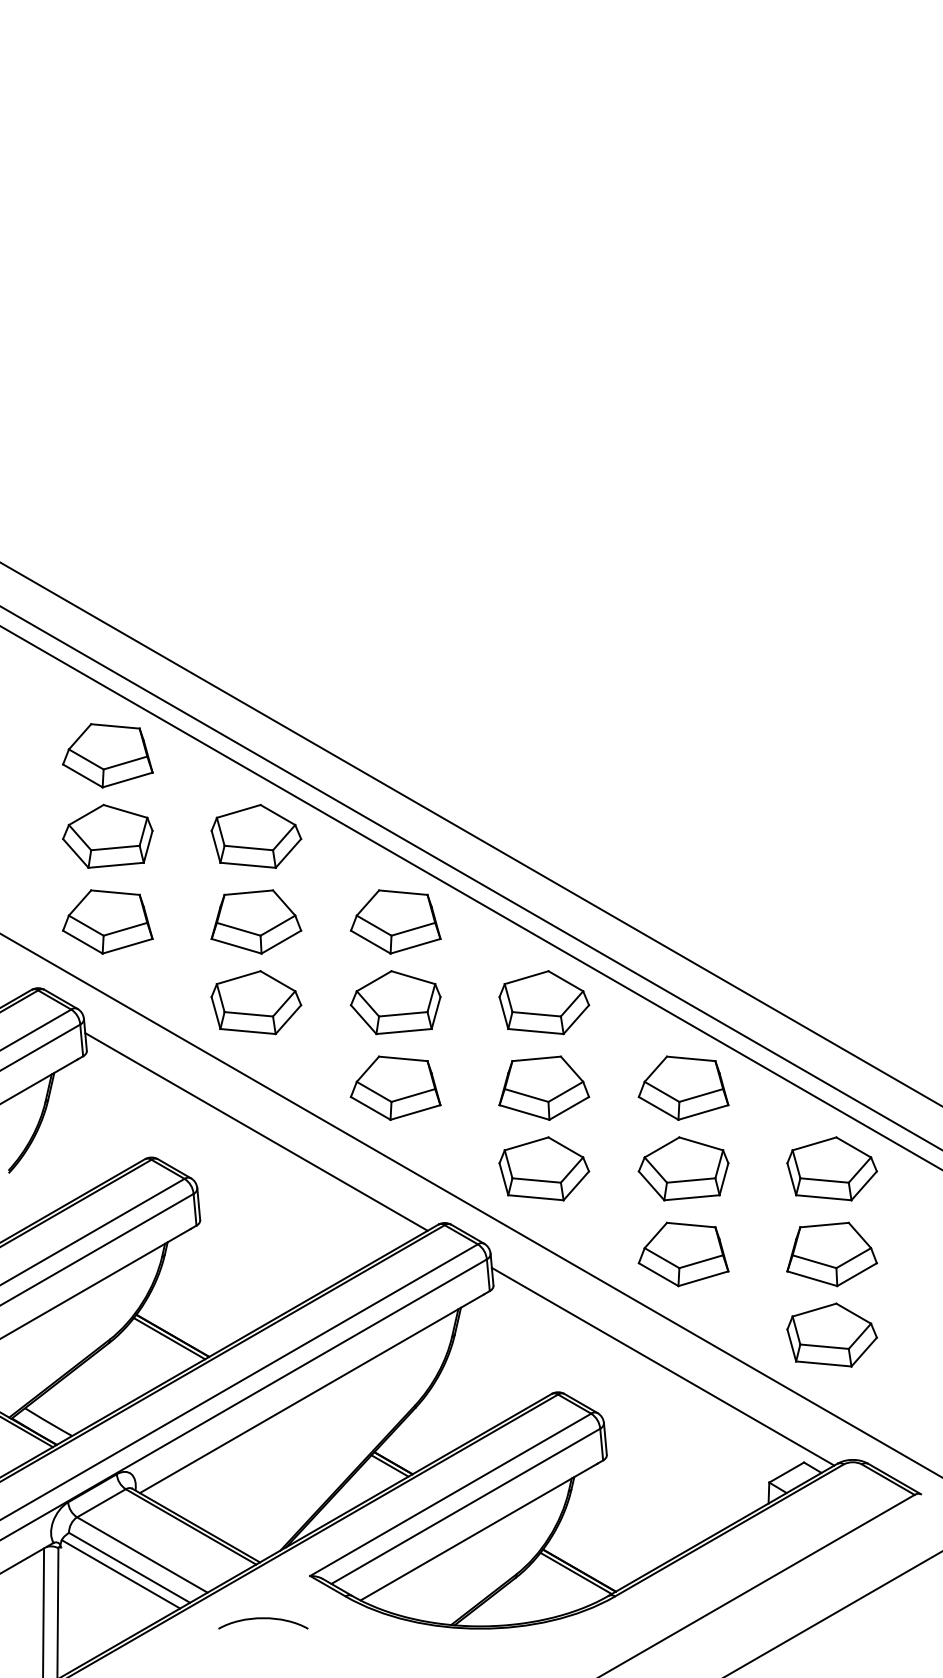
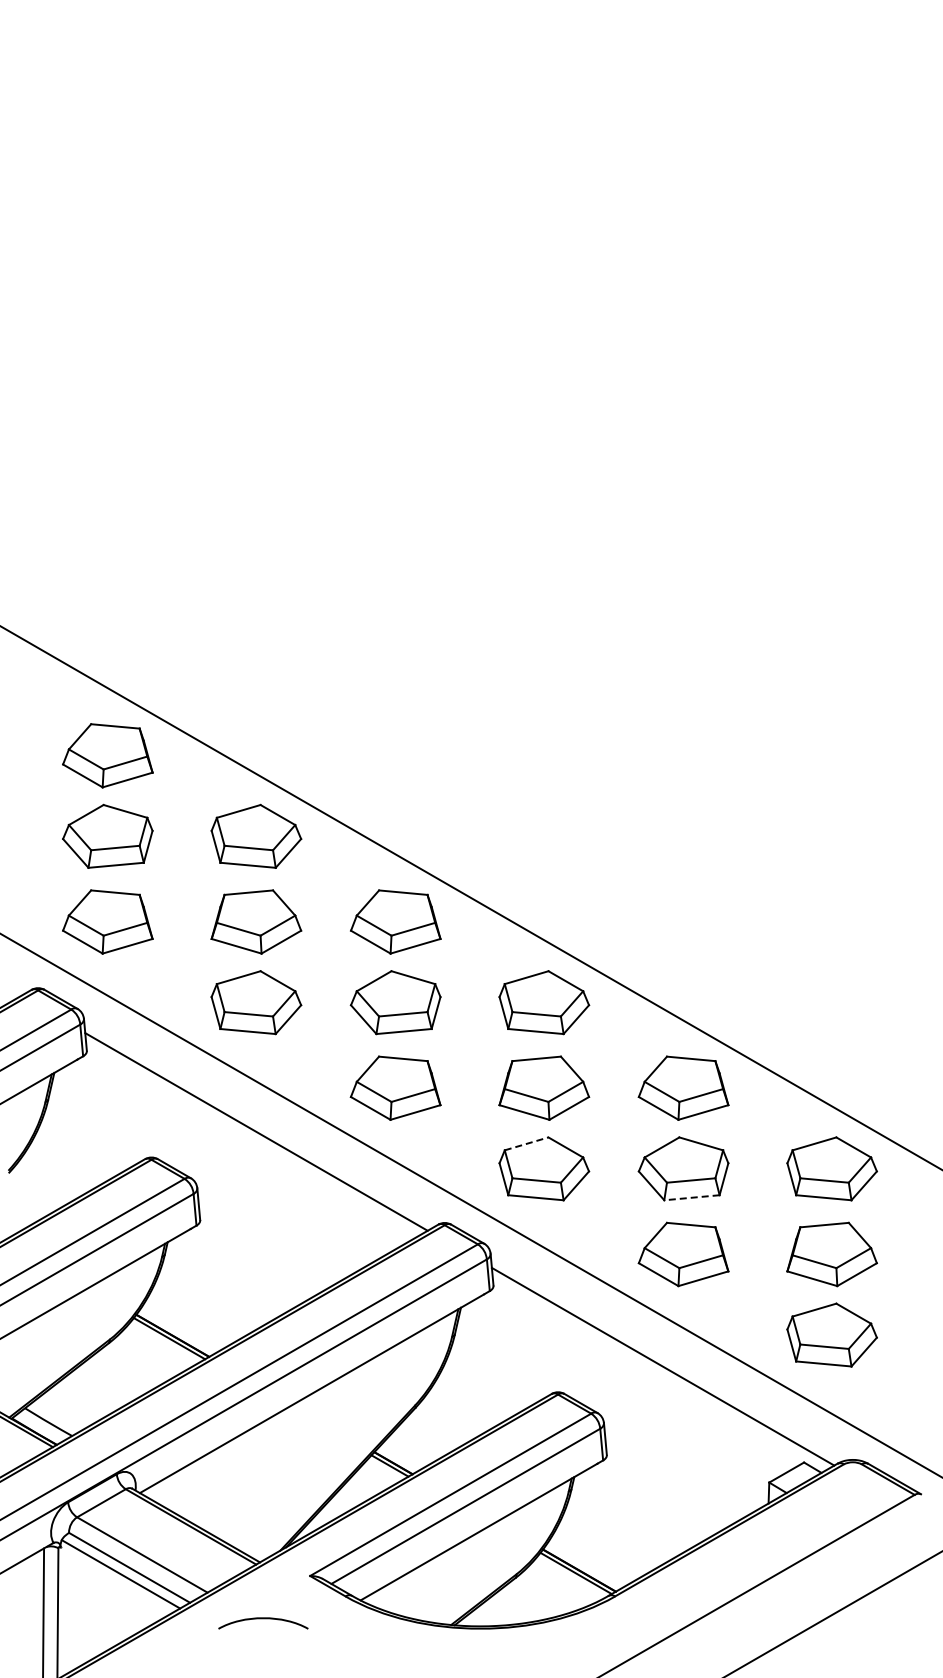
line at (470, 834): present -> none
line at (470, 877): present -> none
line at (526, 1143): solid -> dashed
line at (691, 1197): solid -> dashed
